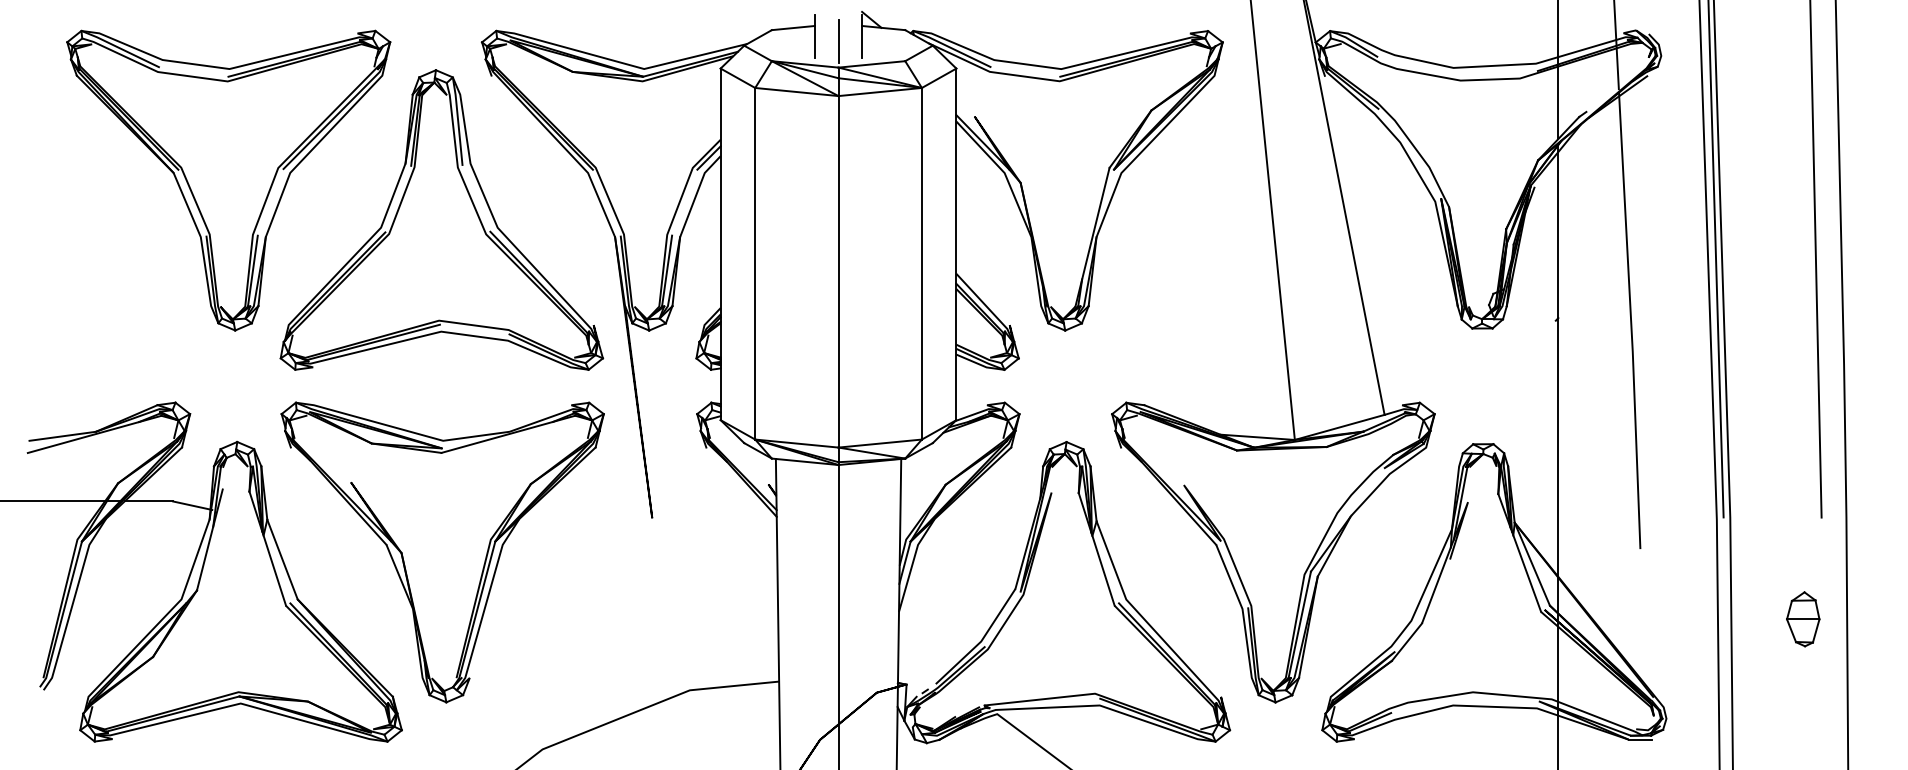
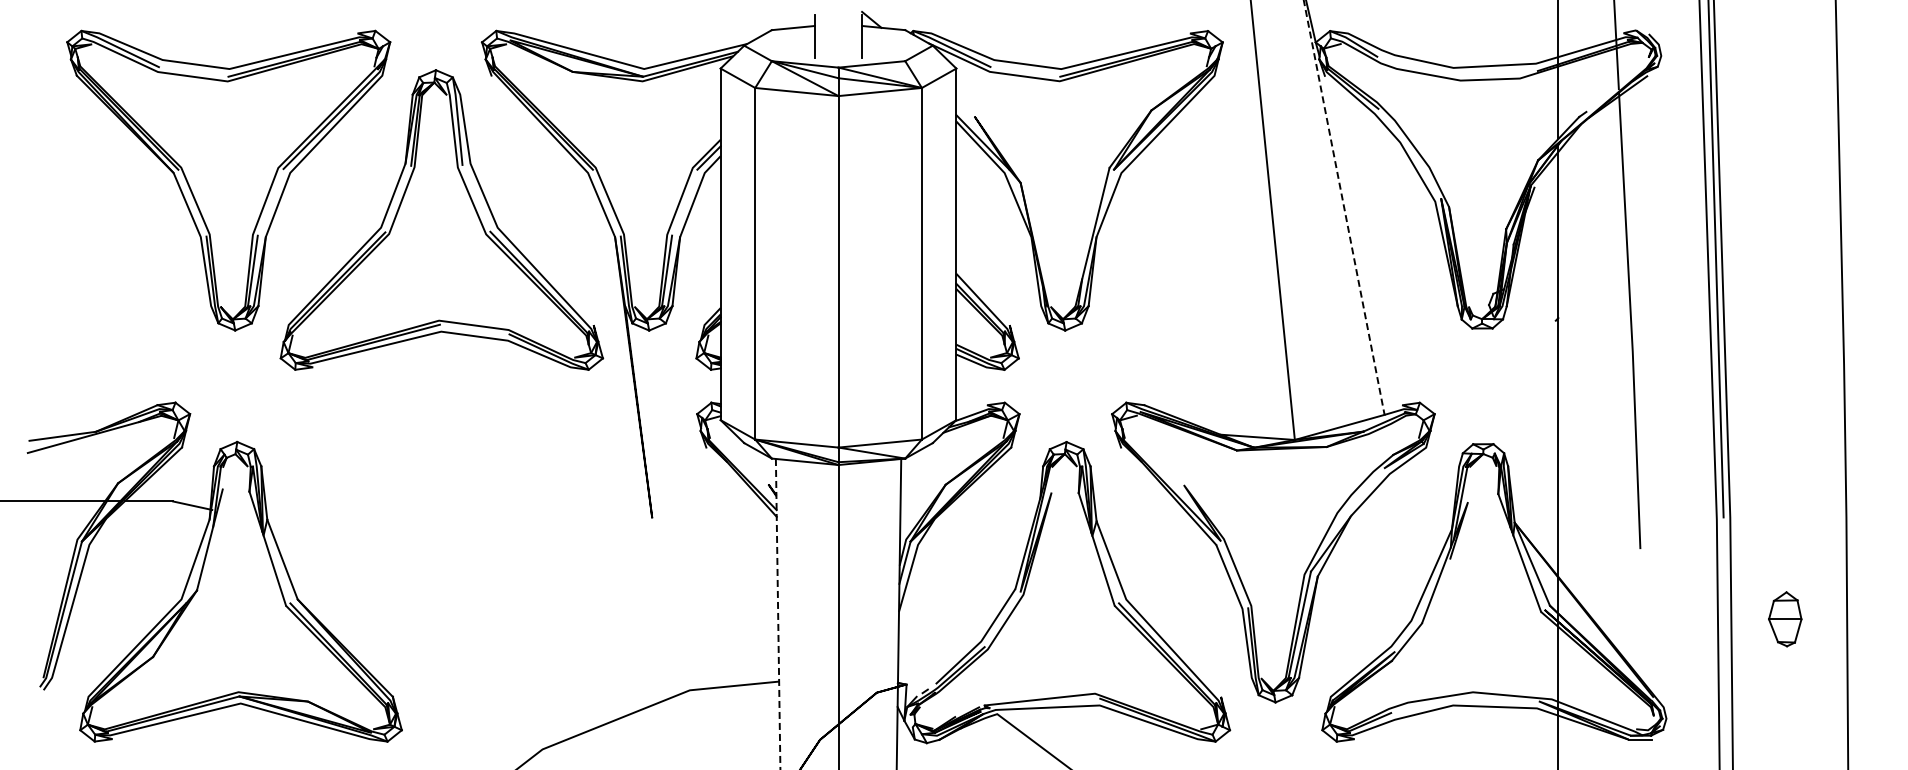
line at (838, 41): present -> none
line at (1344, 208): solid -> dashed
line at (1815, 259): present -> none
part at (442, 552): present -> none
line at (778, 614): solid -> dashed
part at (1803, 619) position: (1803, 619) -> (1785, 619)
